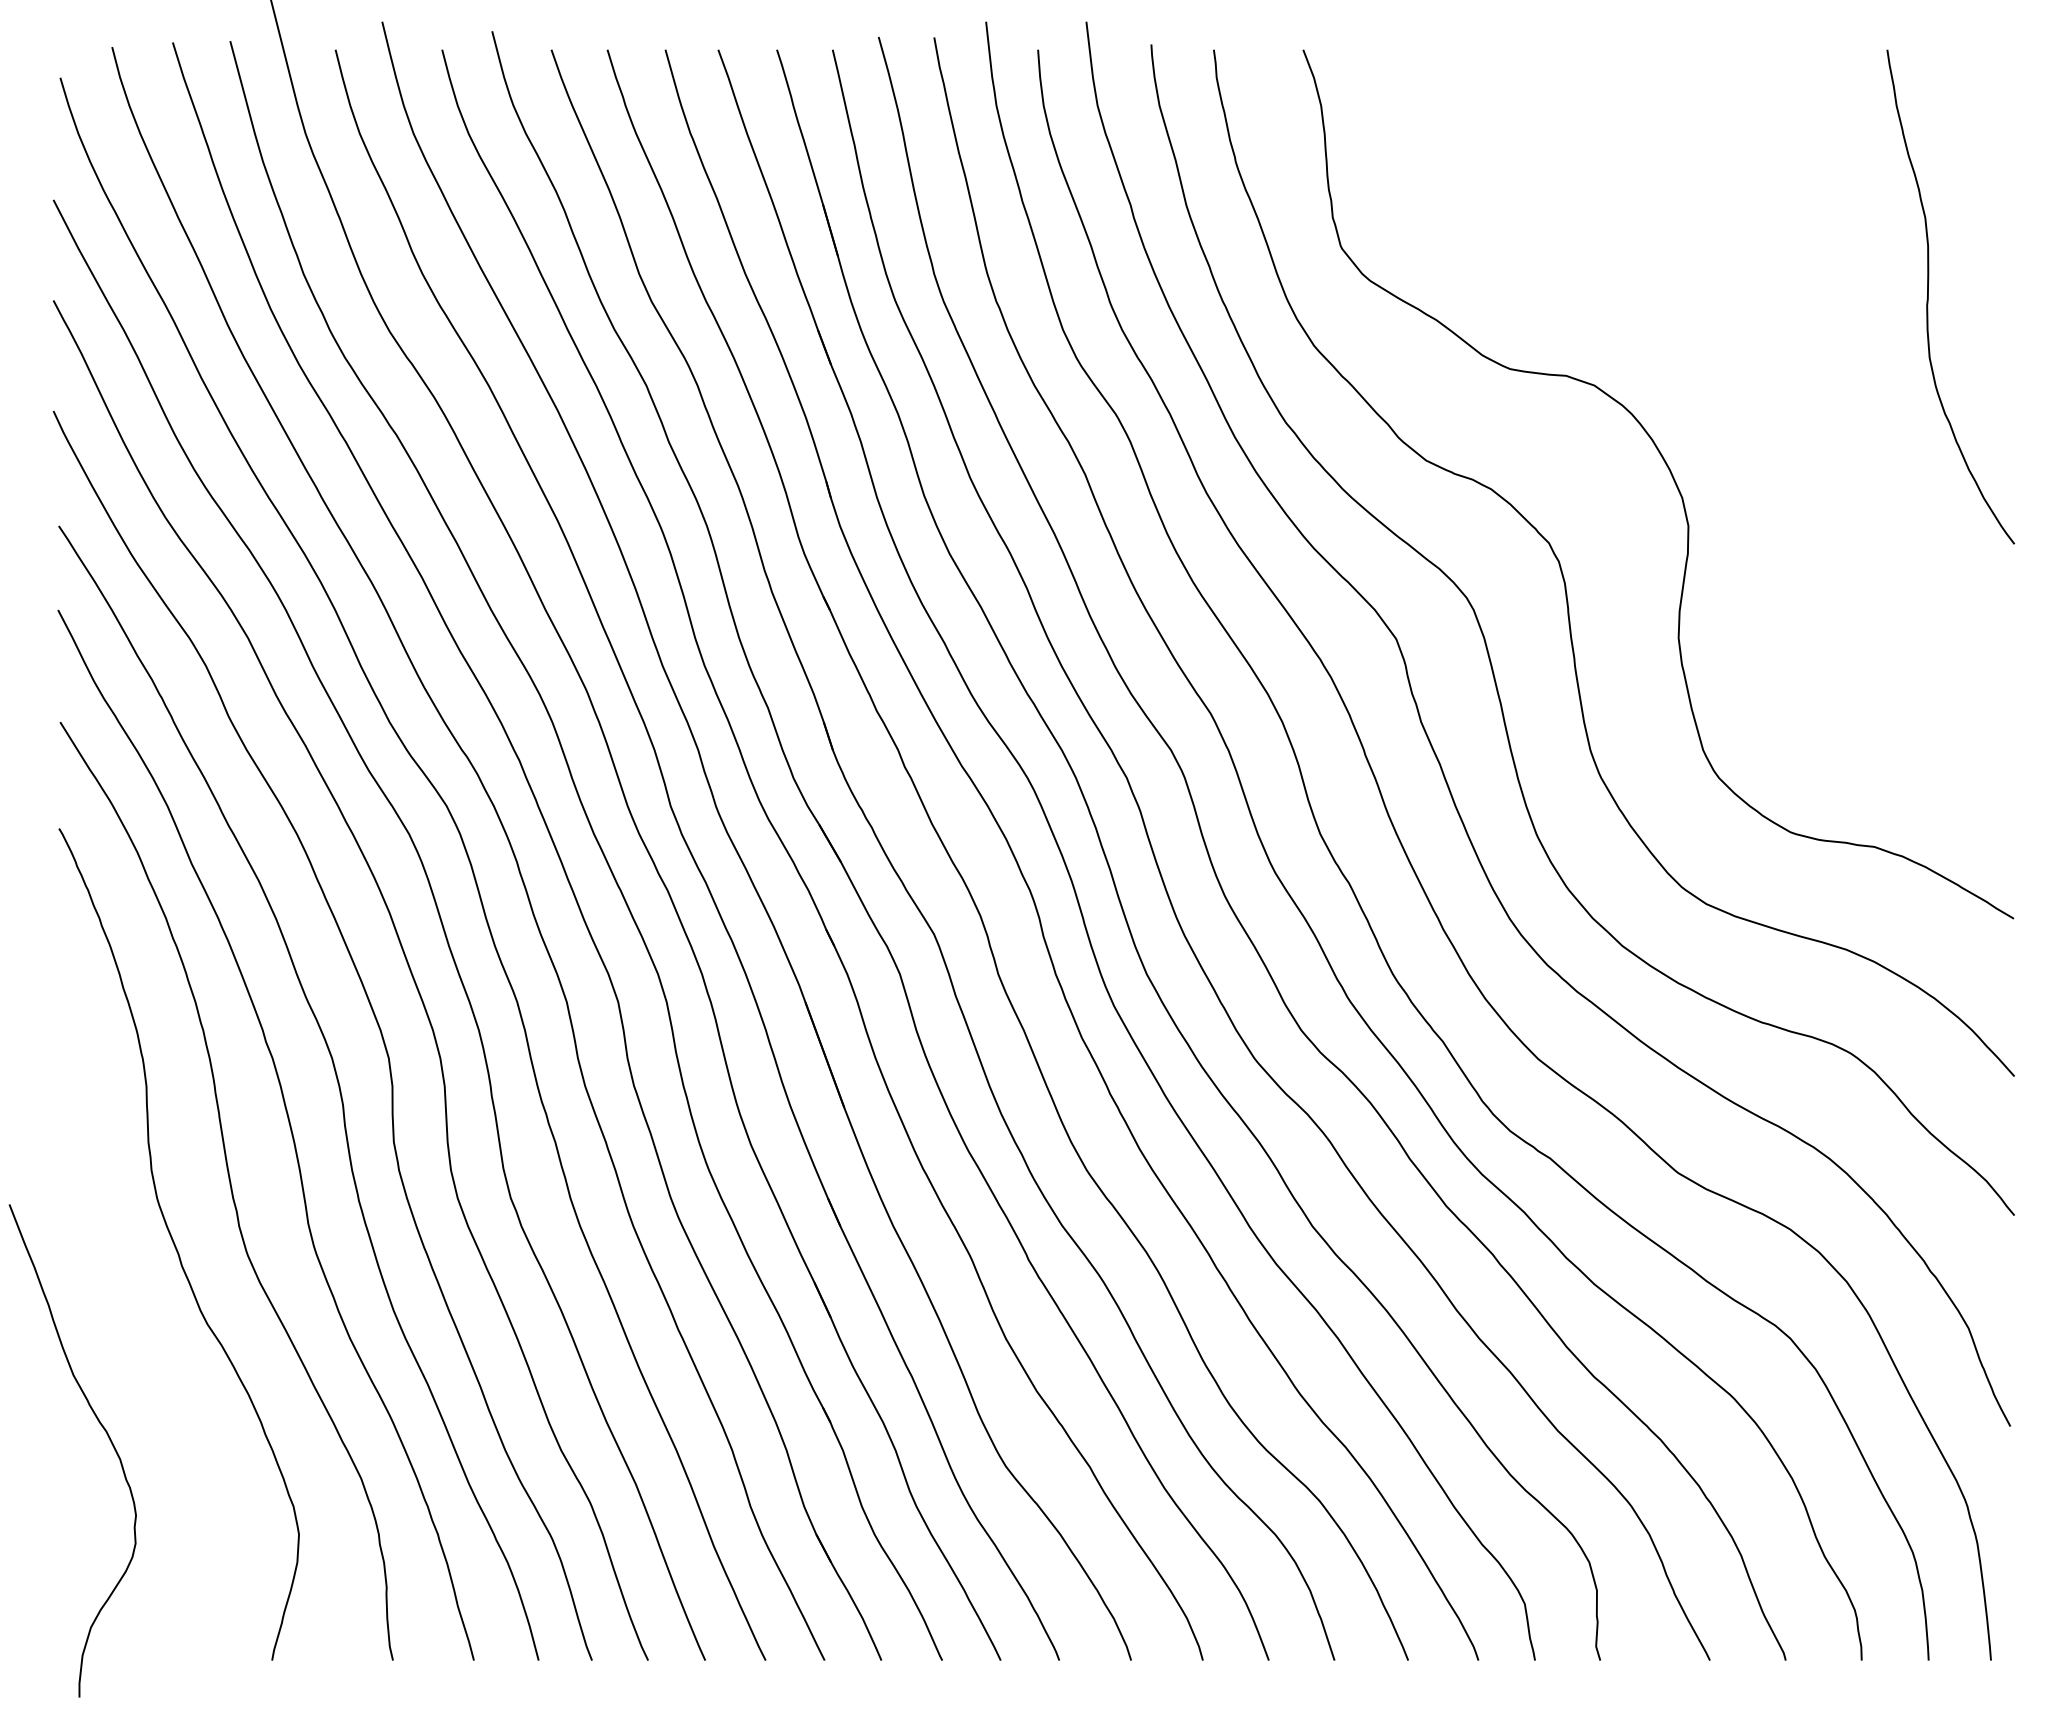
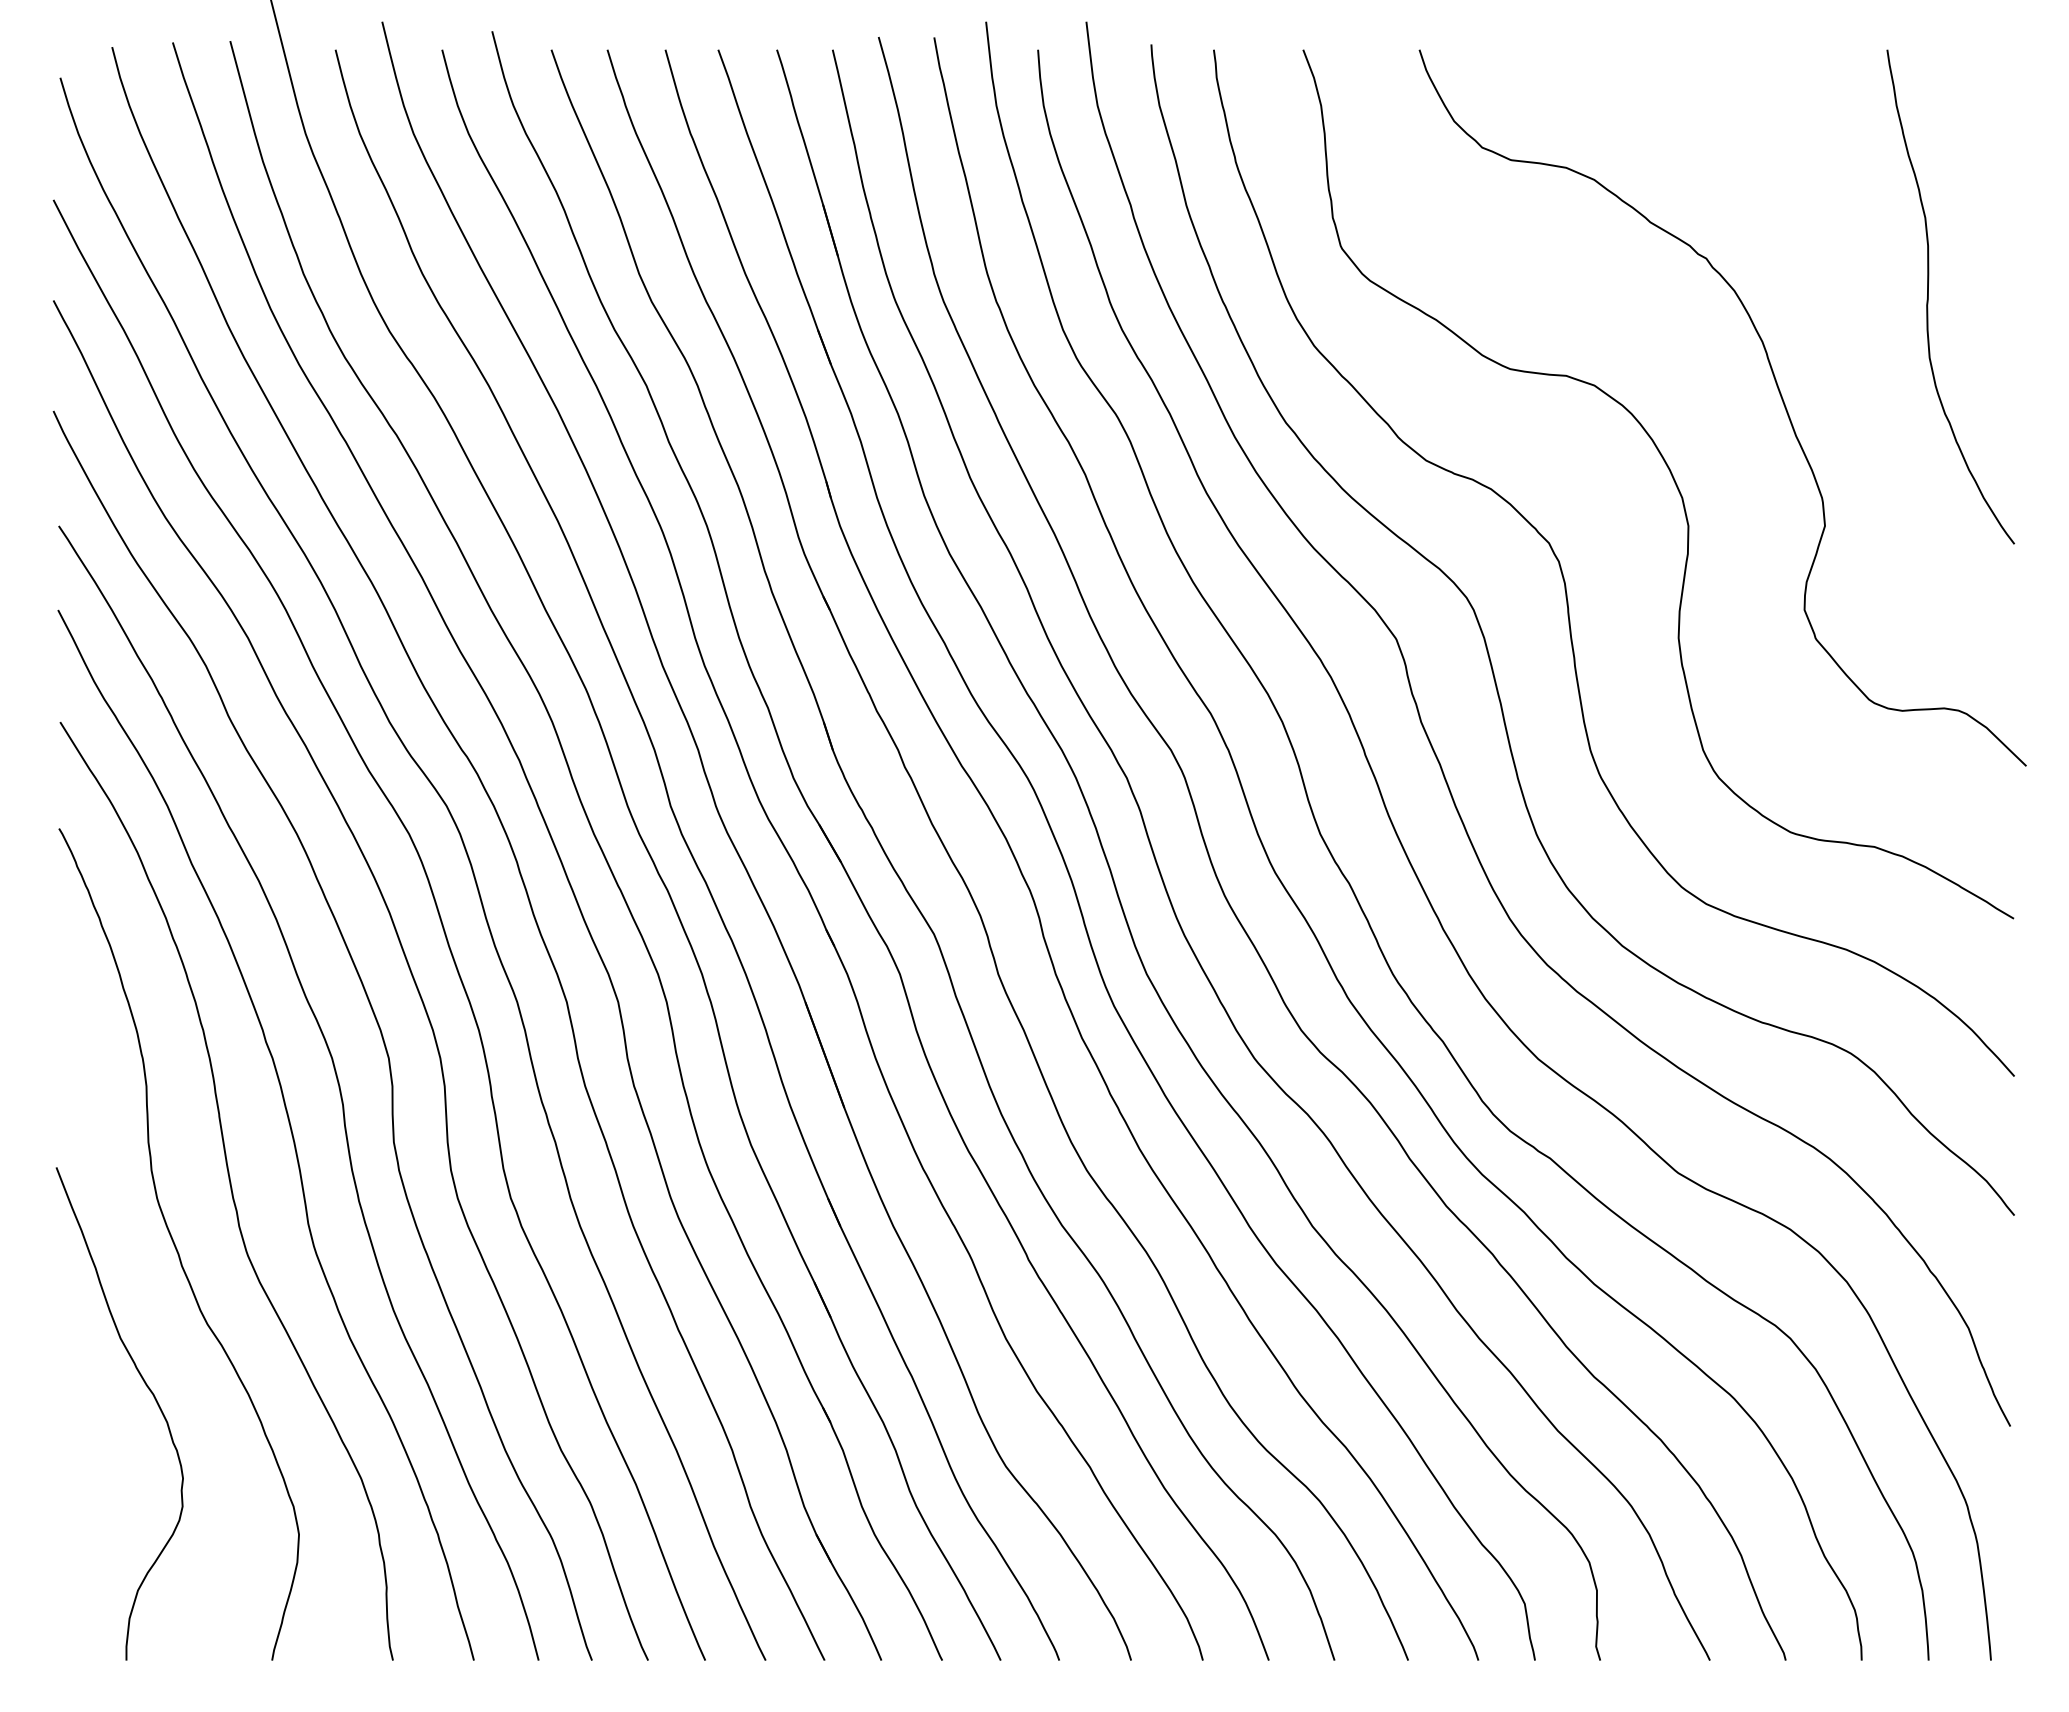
curve at (1777, 389): none -> present
curve at (103, 1429) position: (103, 1429) -> (150, 1392)
